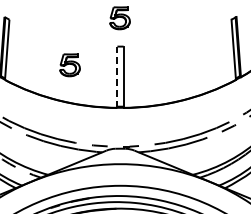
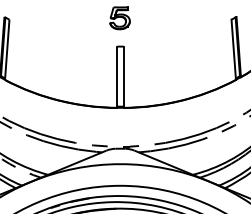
part at (69, 65): present -> none
line at (117, 77): dashed -> solid
